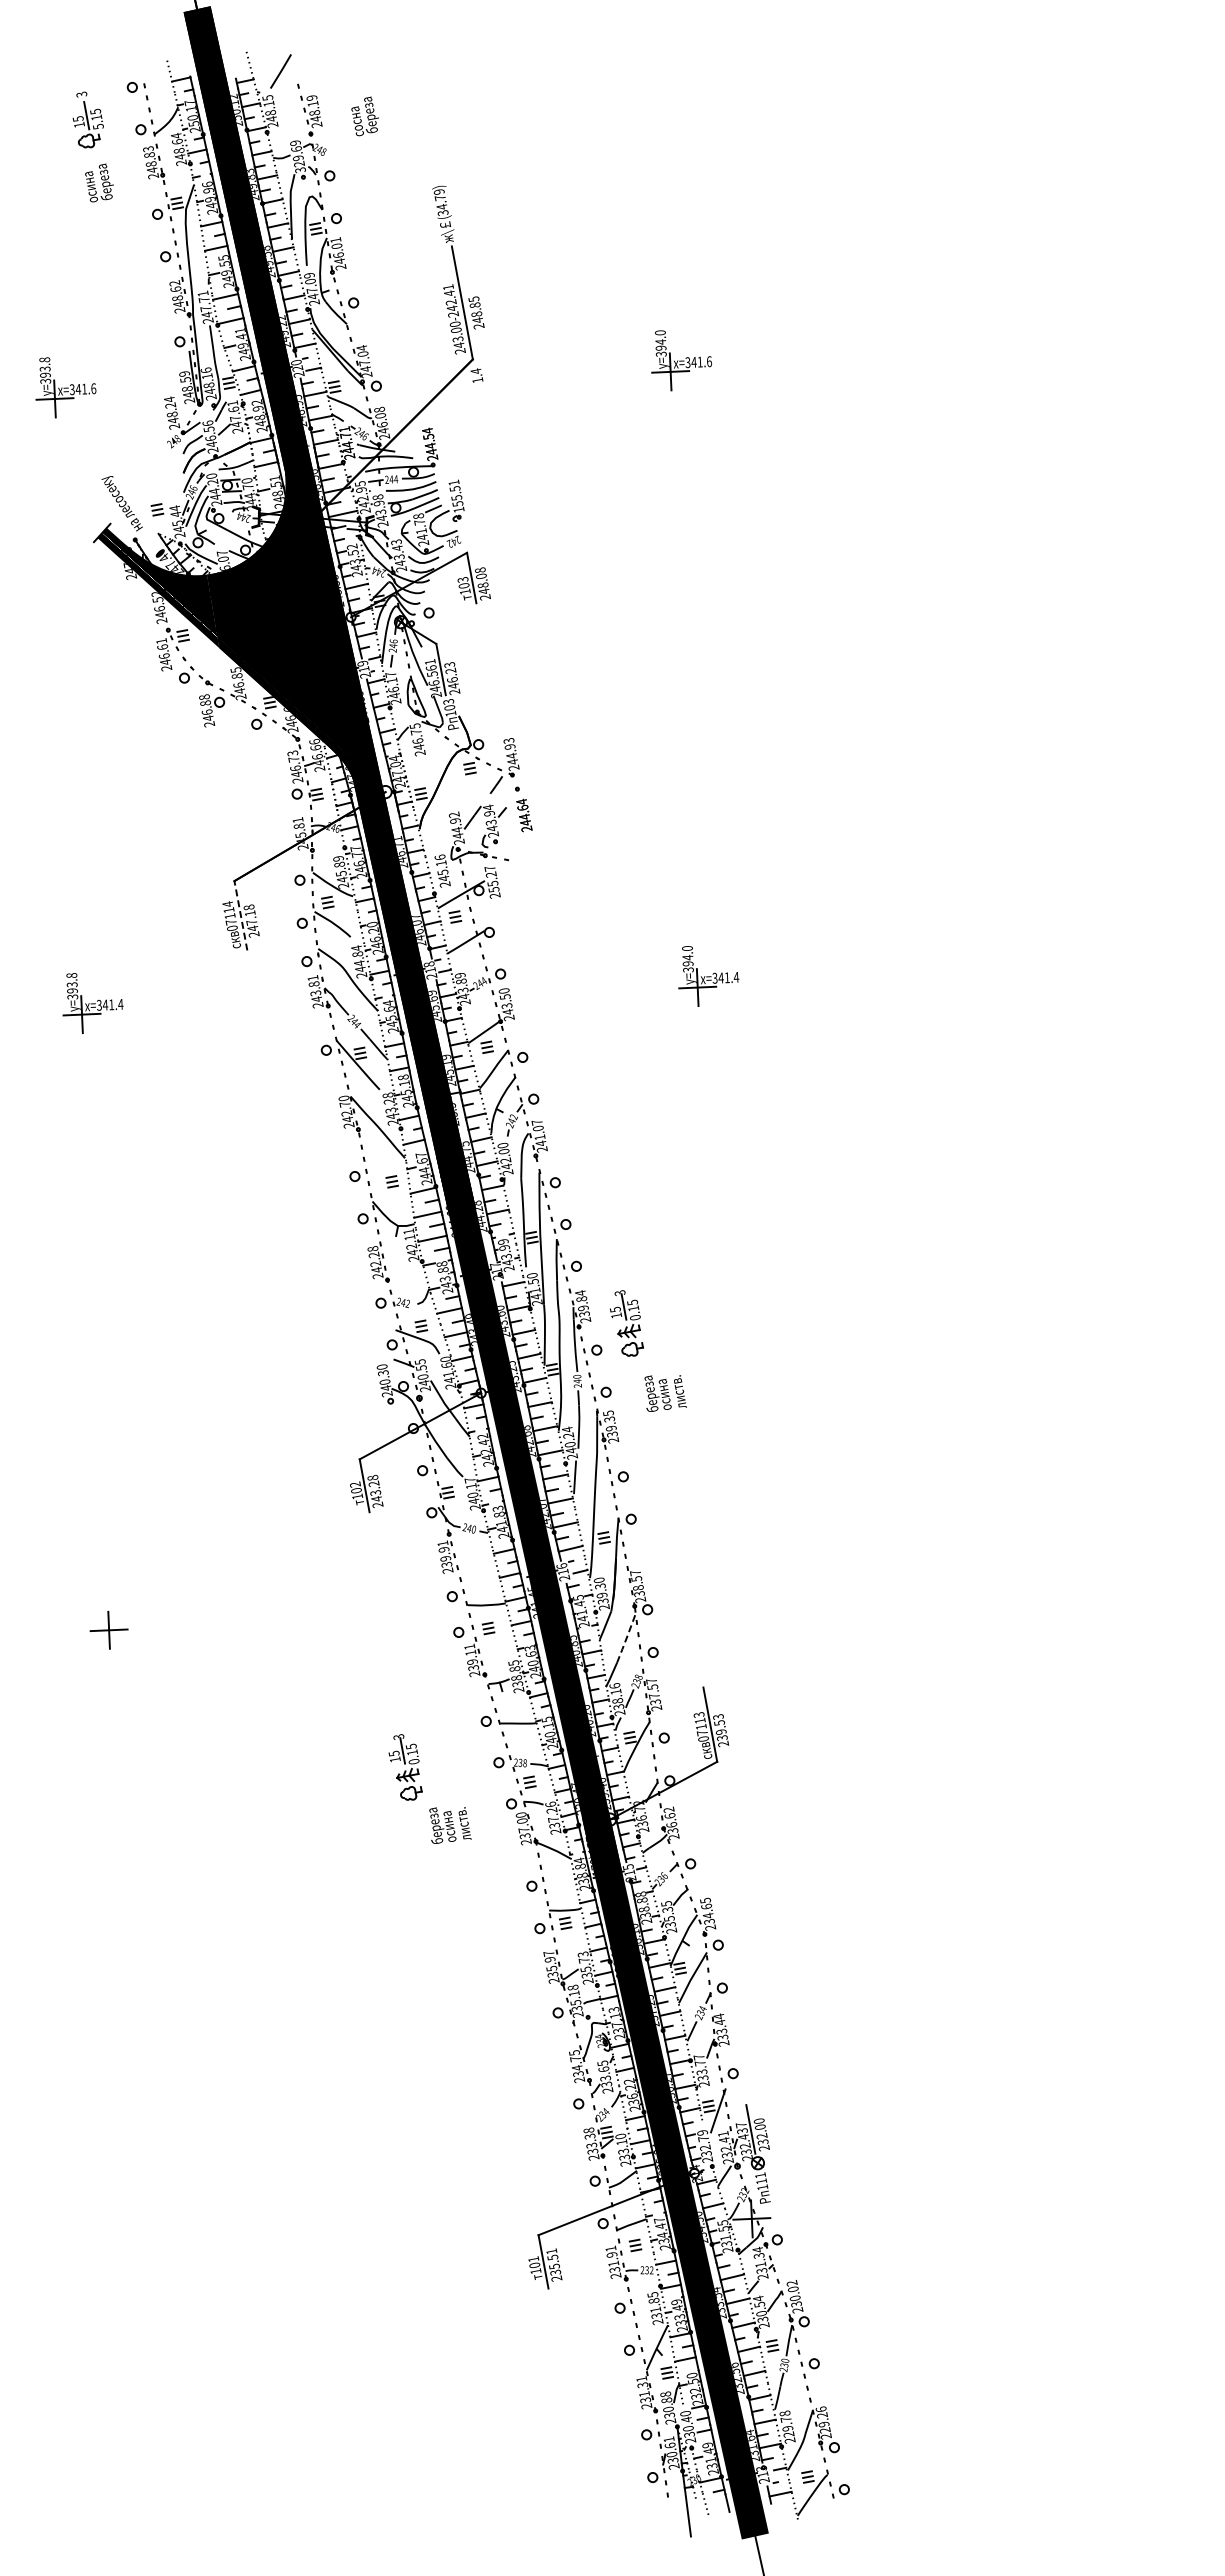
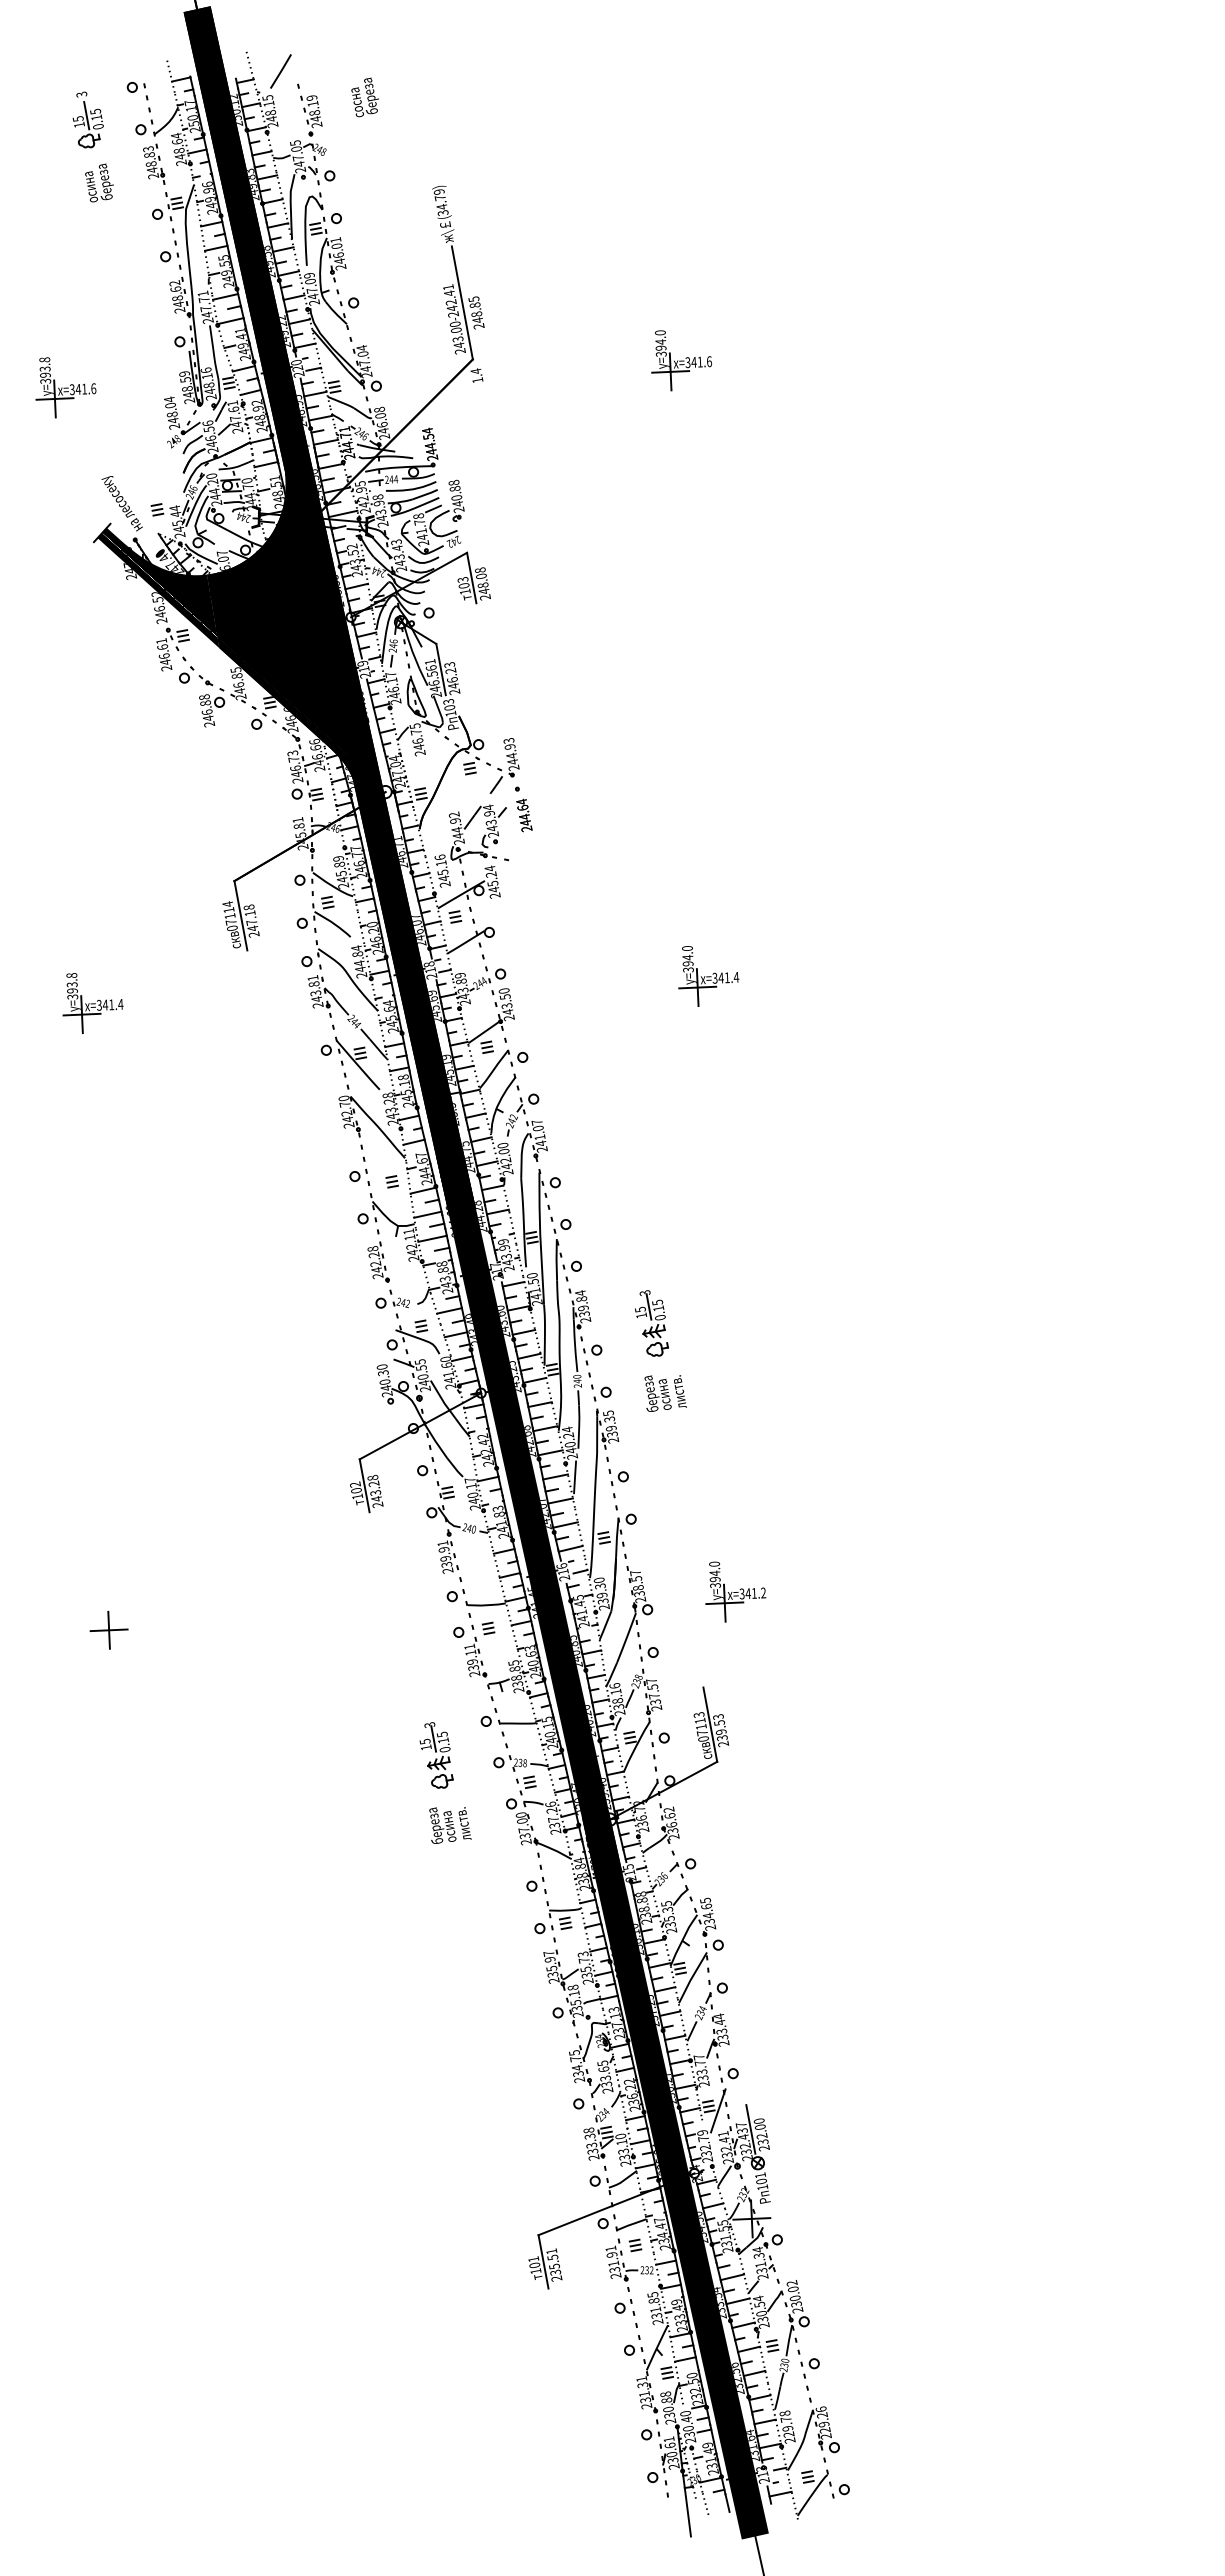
text at (364, 116) position: (364, 116) -> (364, 97)
text at (98, 126): 5.15 -> 0.15
text at (298, 156): 329.69 -> 247.05
text at (170, 405): 248.24 -> 248.04
text at (456, 496): 155.51 -> 240.88
text at (491, 878): 255.27 -> 245.24
line at (240, 915): dashed -> solid
part at (626, 1323) position: (626, 1323) -> (651, 1323)
part at (735, 1591): none -> present
line at (626, 1637): dashed -> solid
part at (405, 1767) position: (405, 1767) -> (436, 1755)
text at (761, 2181): 111 -> 101
